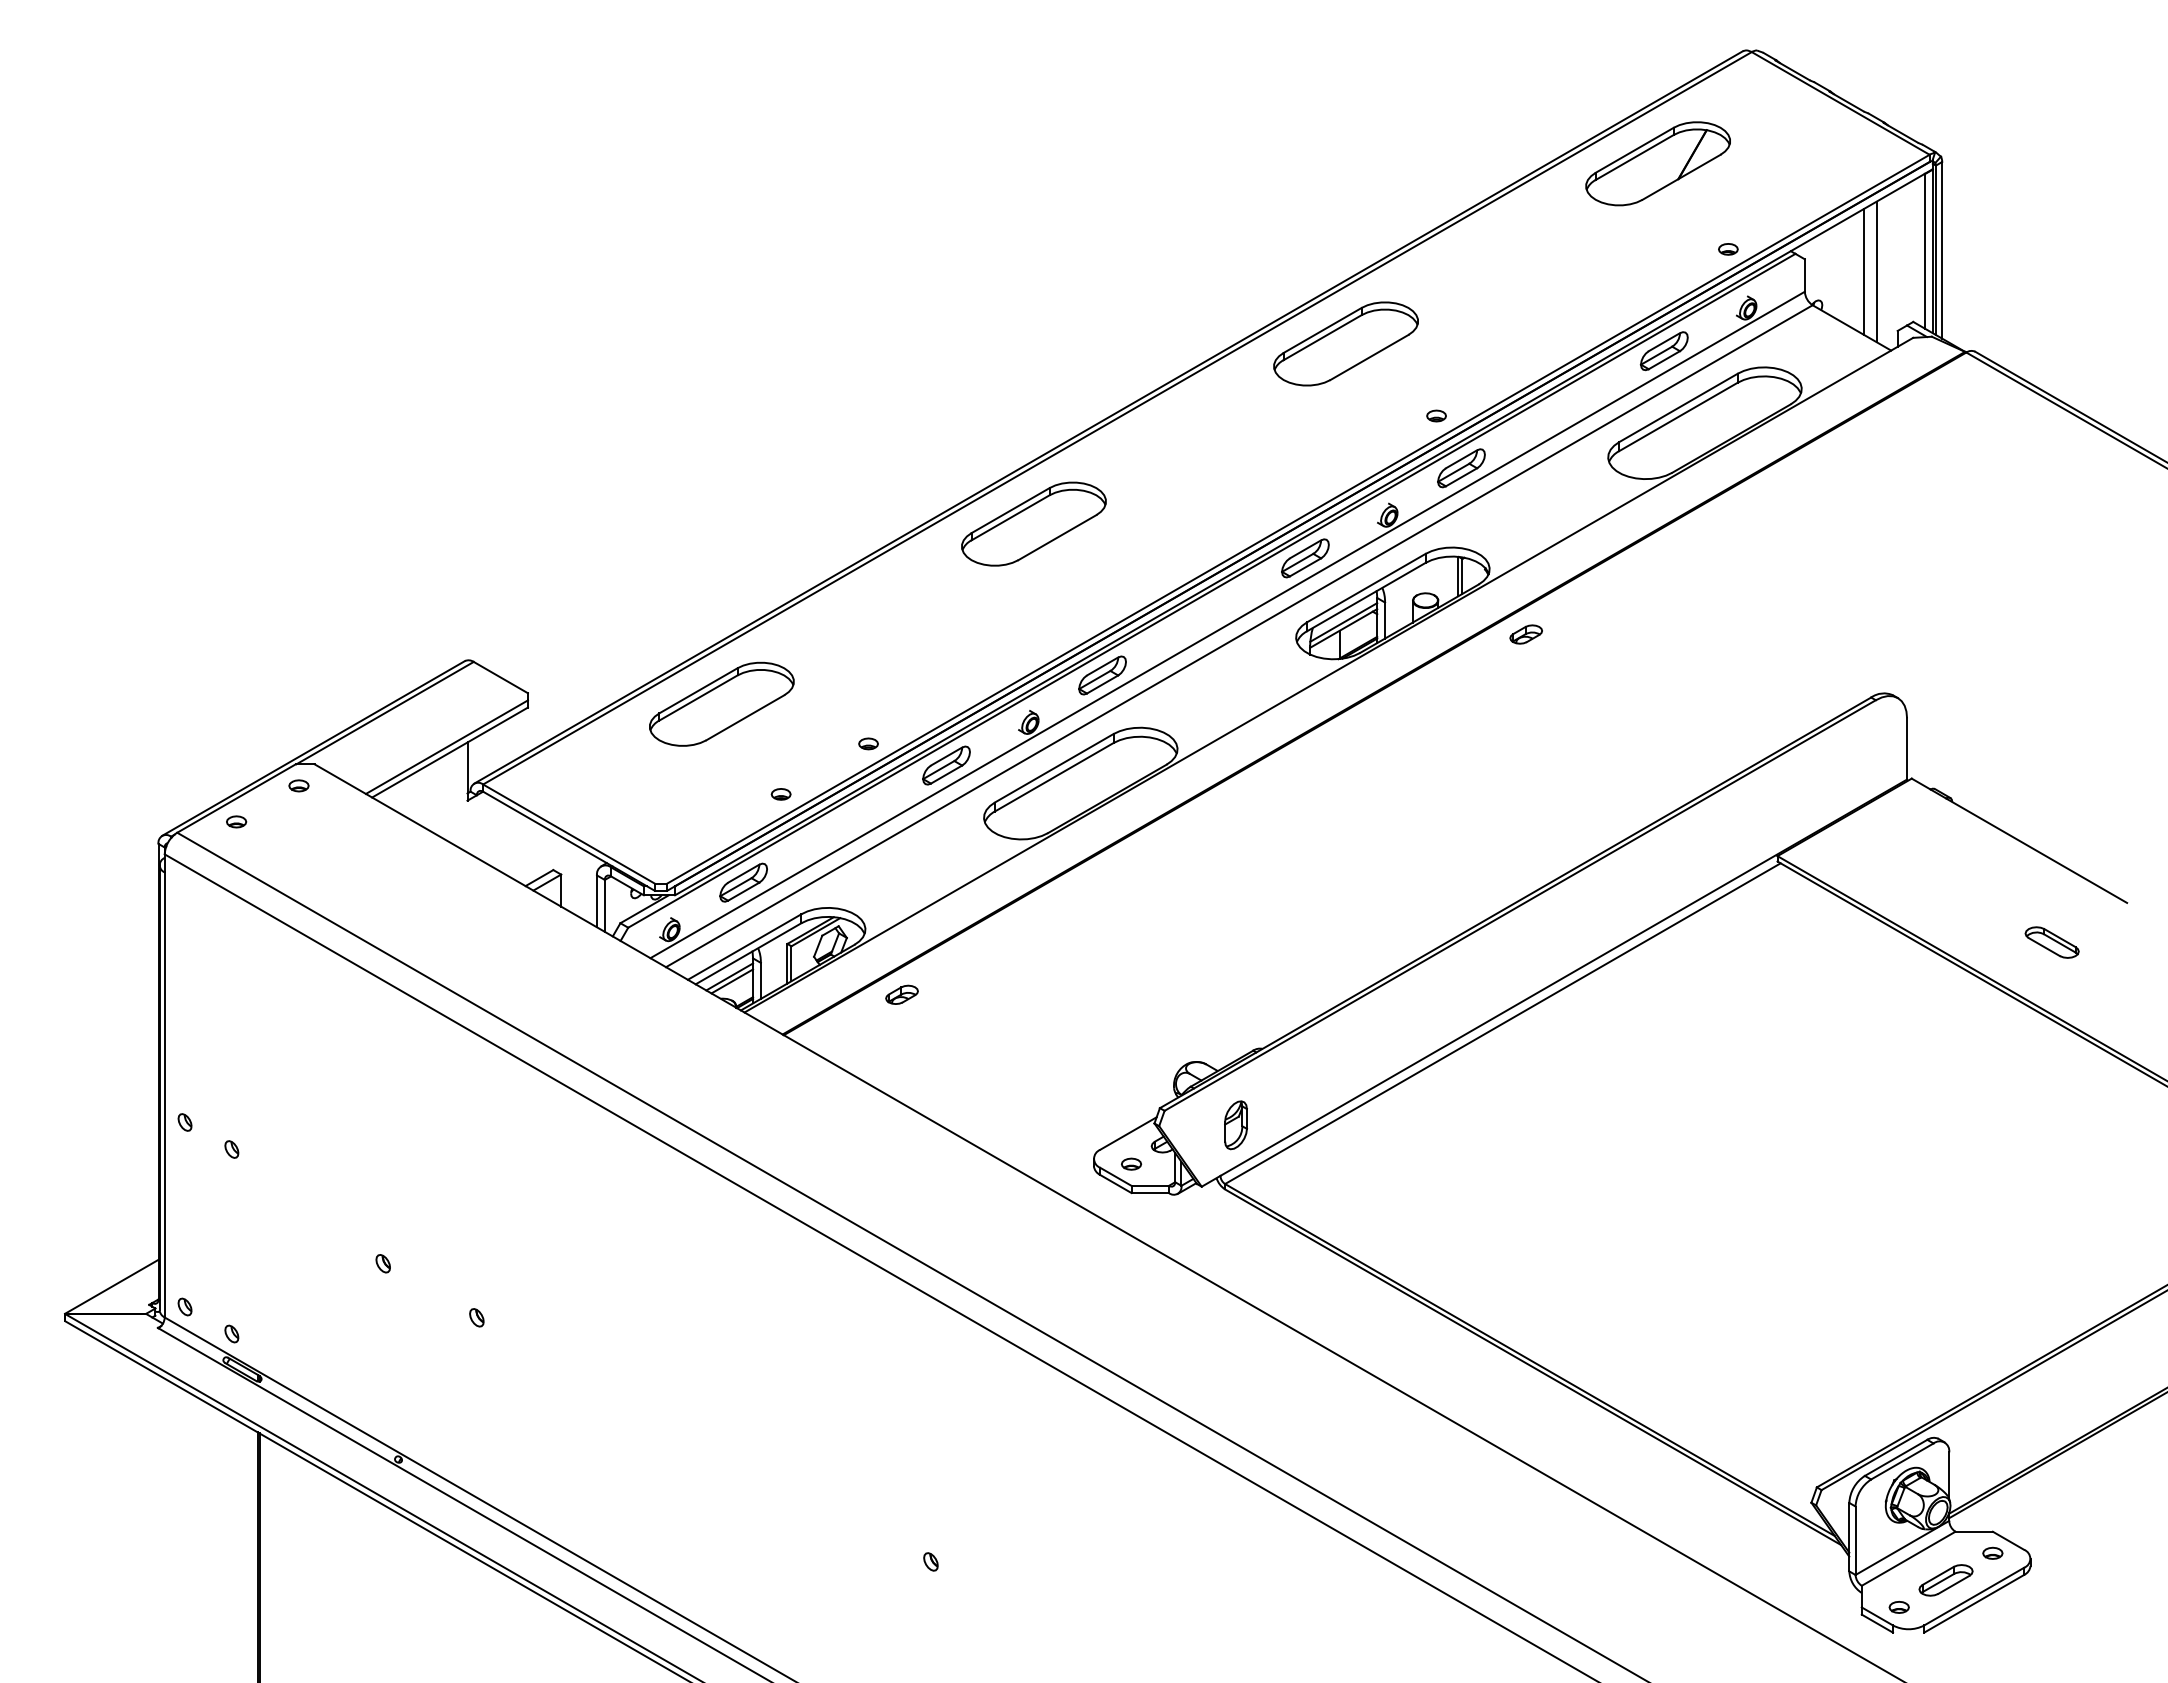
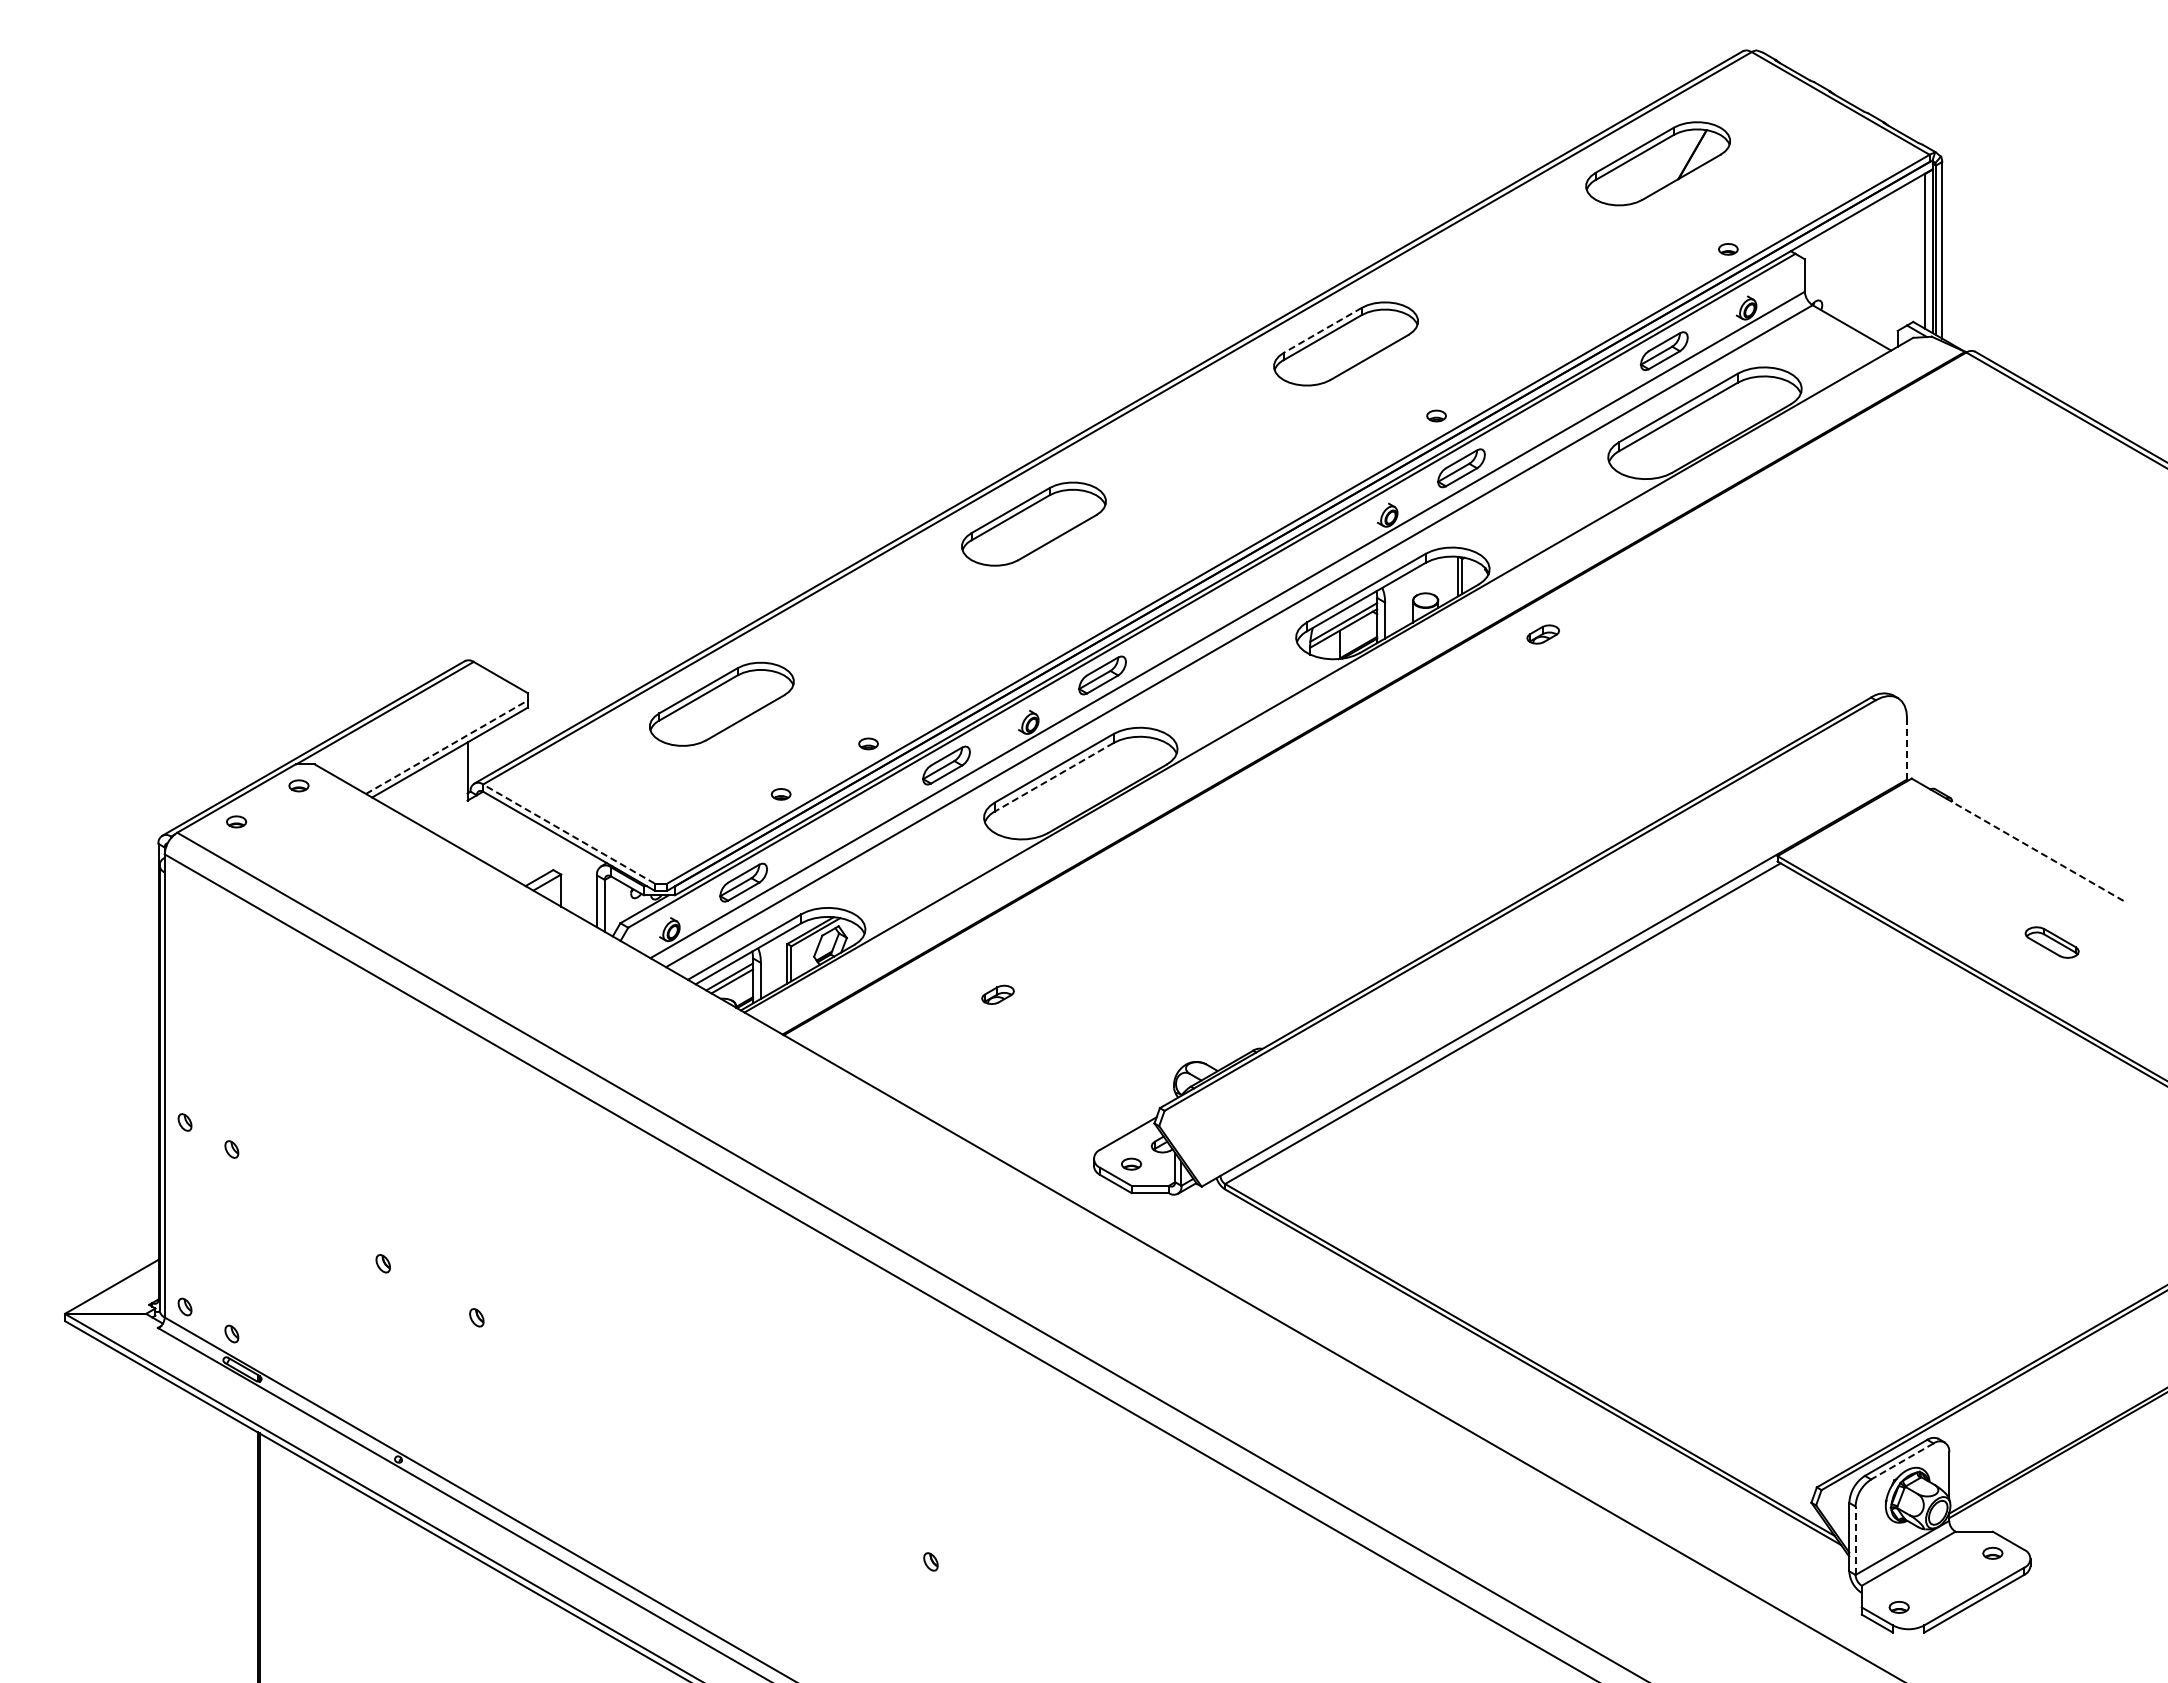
line at (1864, 271): present -> none
line at (1876, 271): present -> none
line at (1322, 330): solid -> dashed
part at (1305, 558): present -> none
part at (1525, 634) position: (1525, 634) -> (1542, 634)
line at (446, 747): solid -> dashed
line at (1907, 748): solid -> dashed
line at (1053, 777): solid -> dashed
line at (568, 833): solid -> dashed
line at (2036, 850): solid -> dashed
part at (901, 994) position: (901, 994) -> (997, 994)
part at (1235, 1125): present -> none
line at (1901, 1461): solid -> dashed
line at (1855, 1540): solid -> dashed
part at (1945, 1580): present -> none
